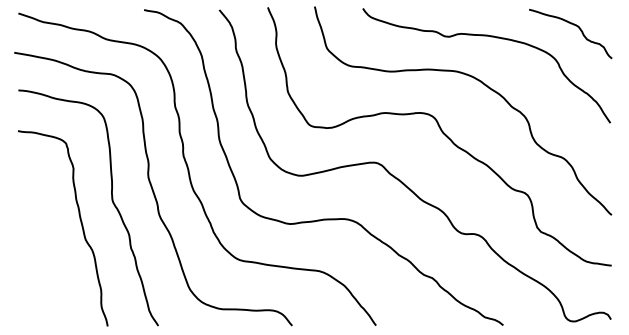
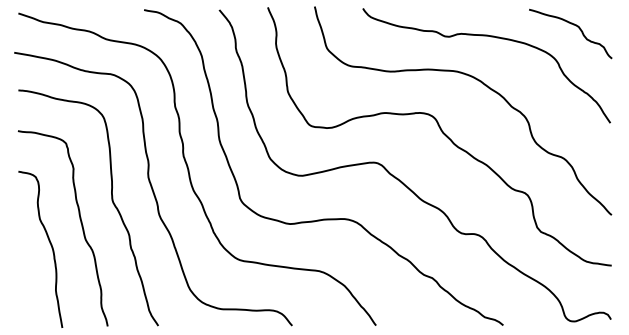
curve at (49, 243): none -> present
